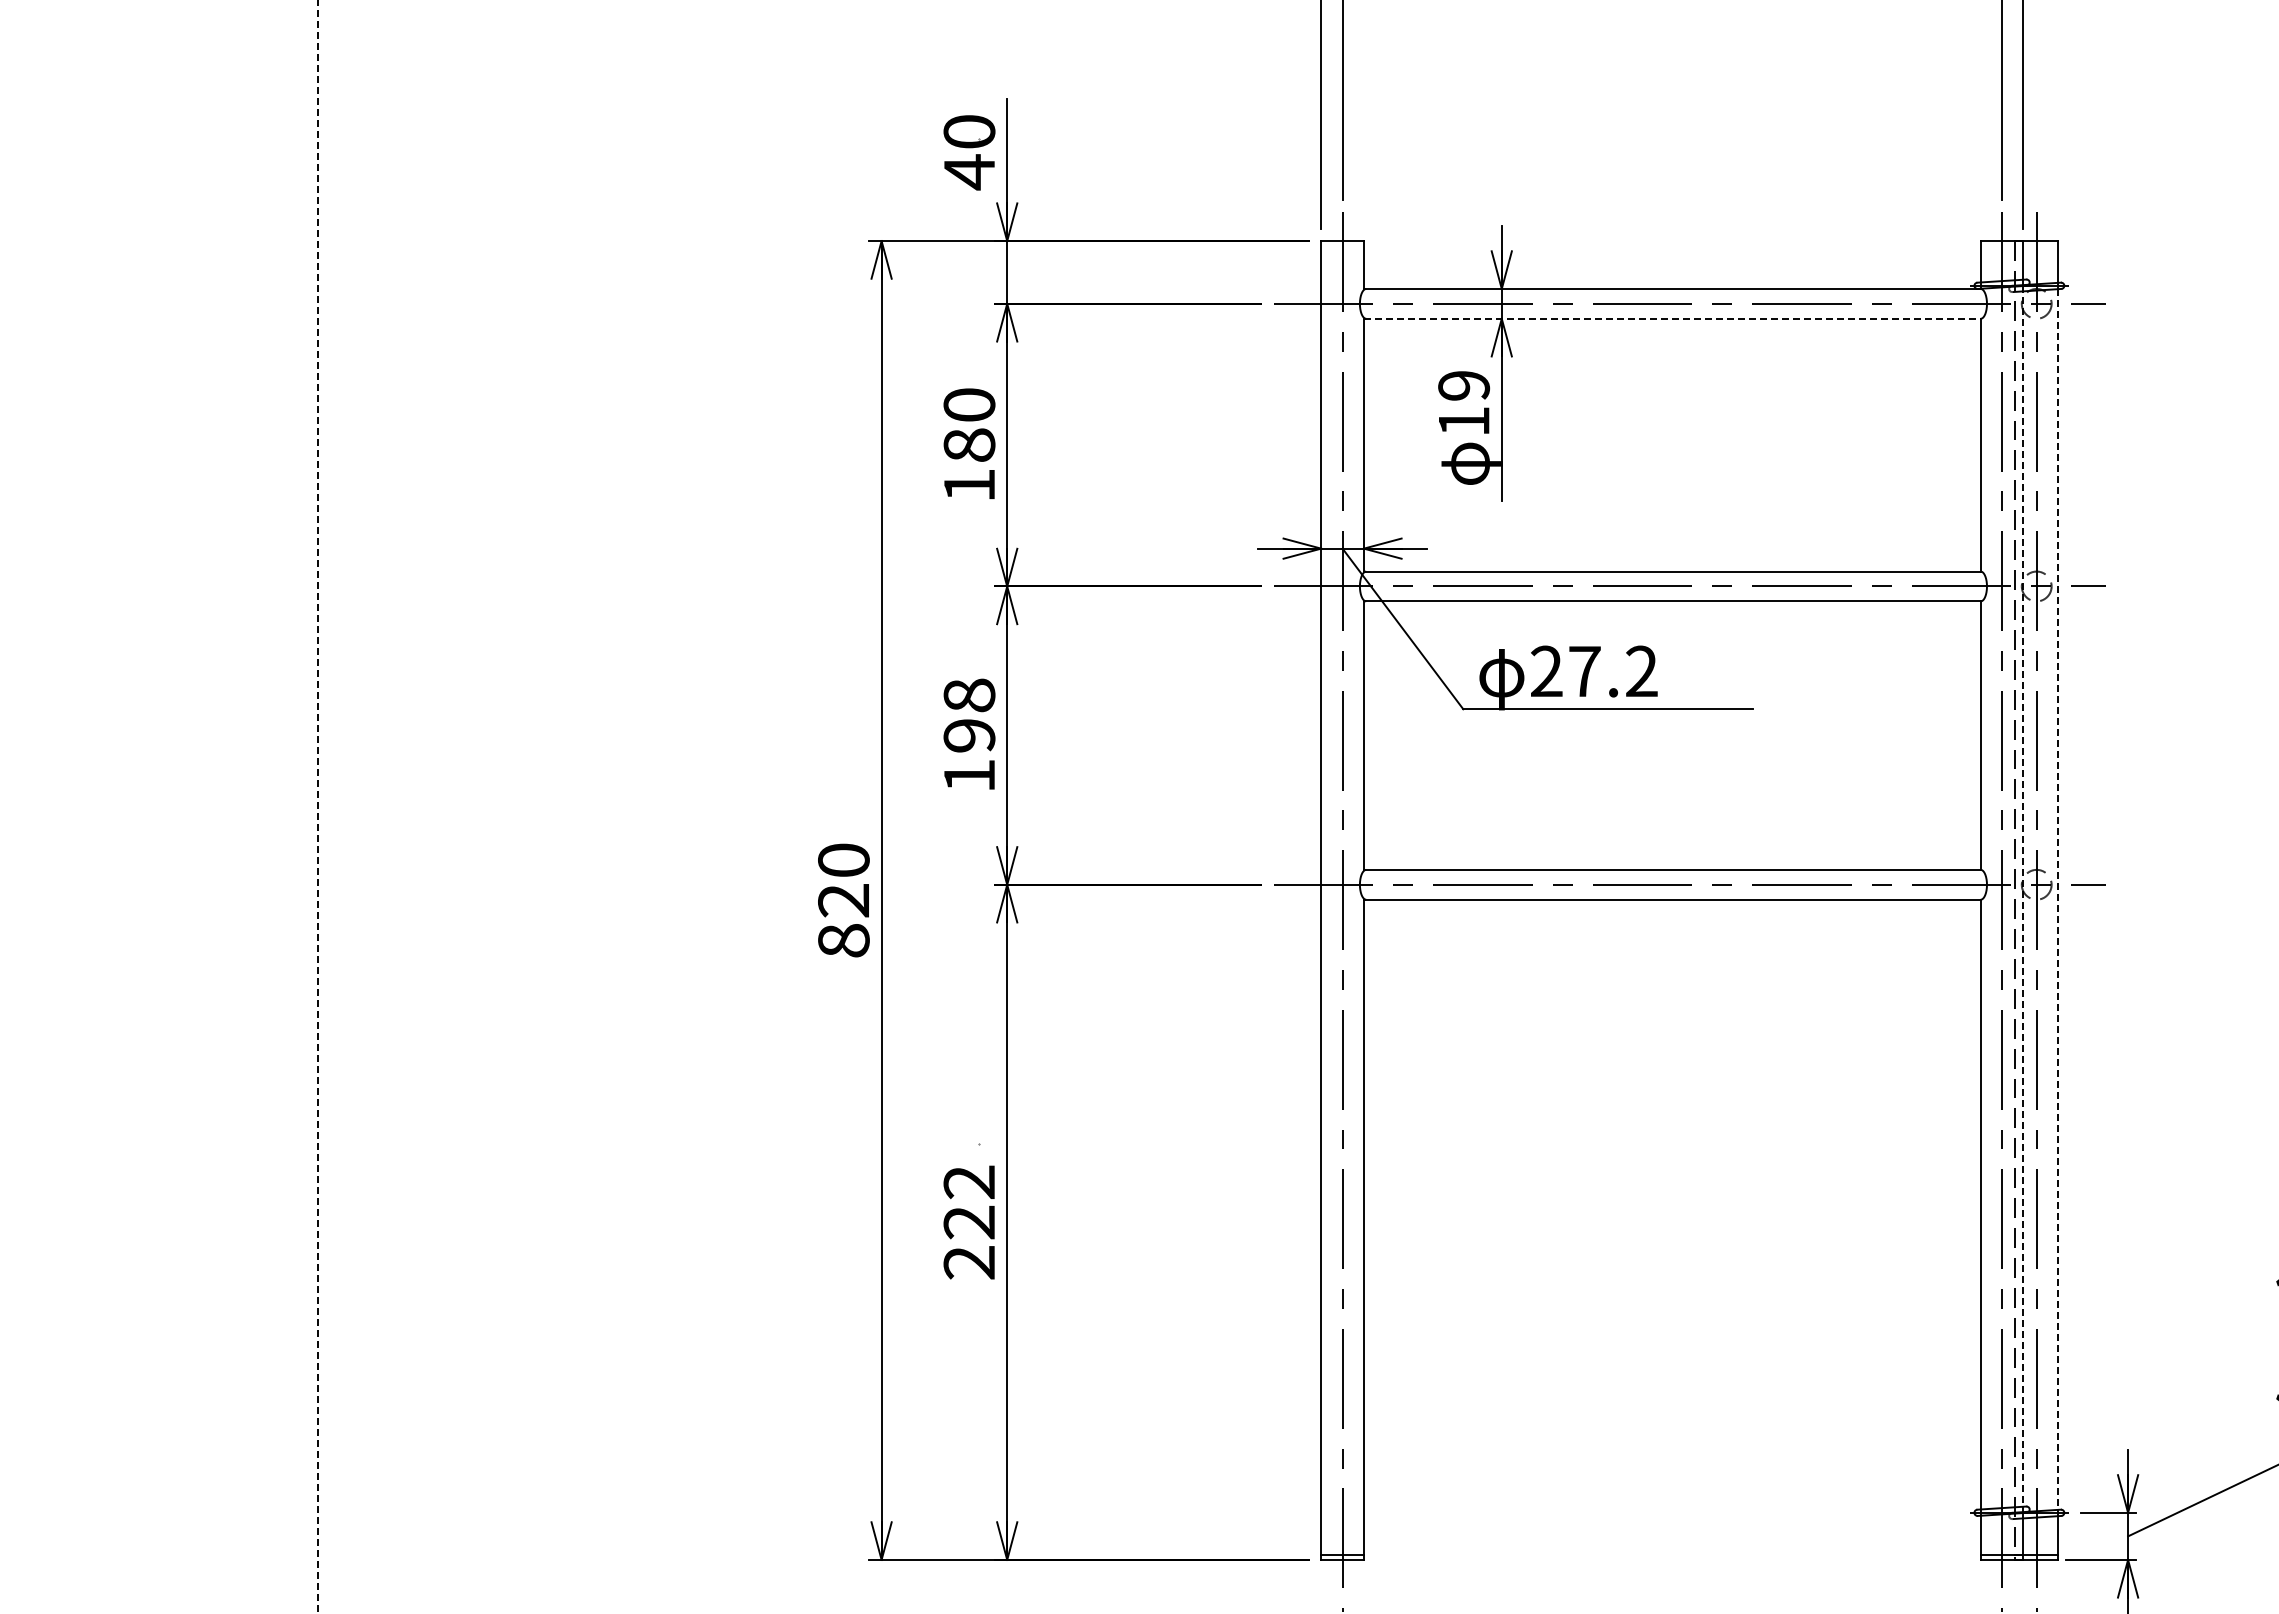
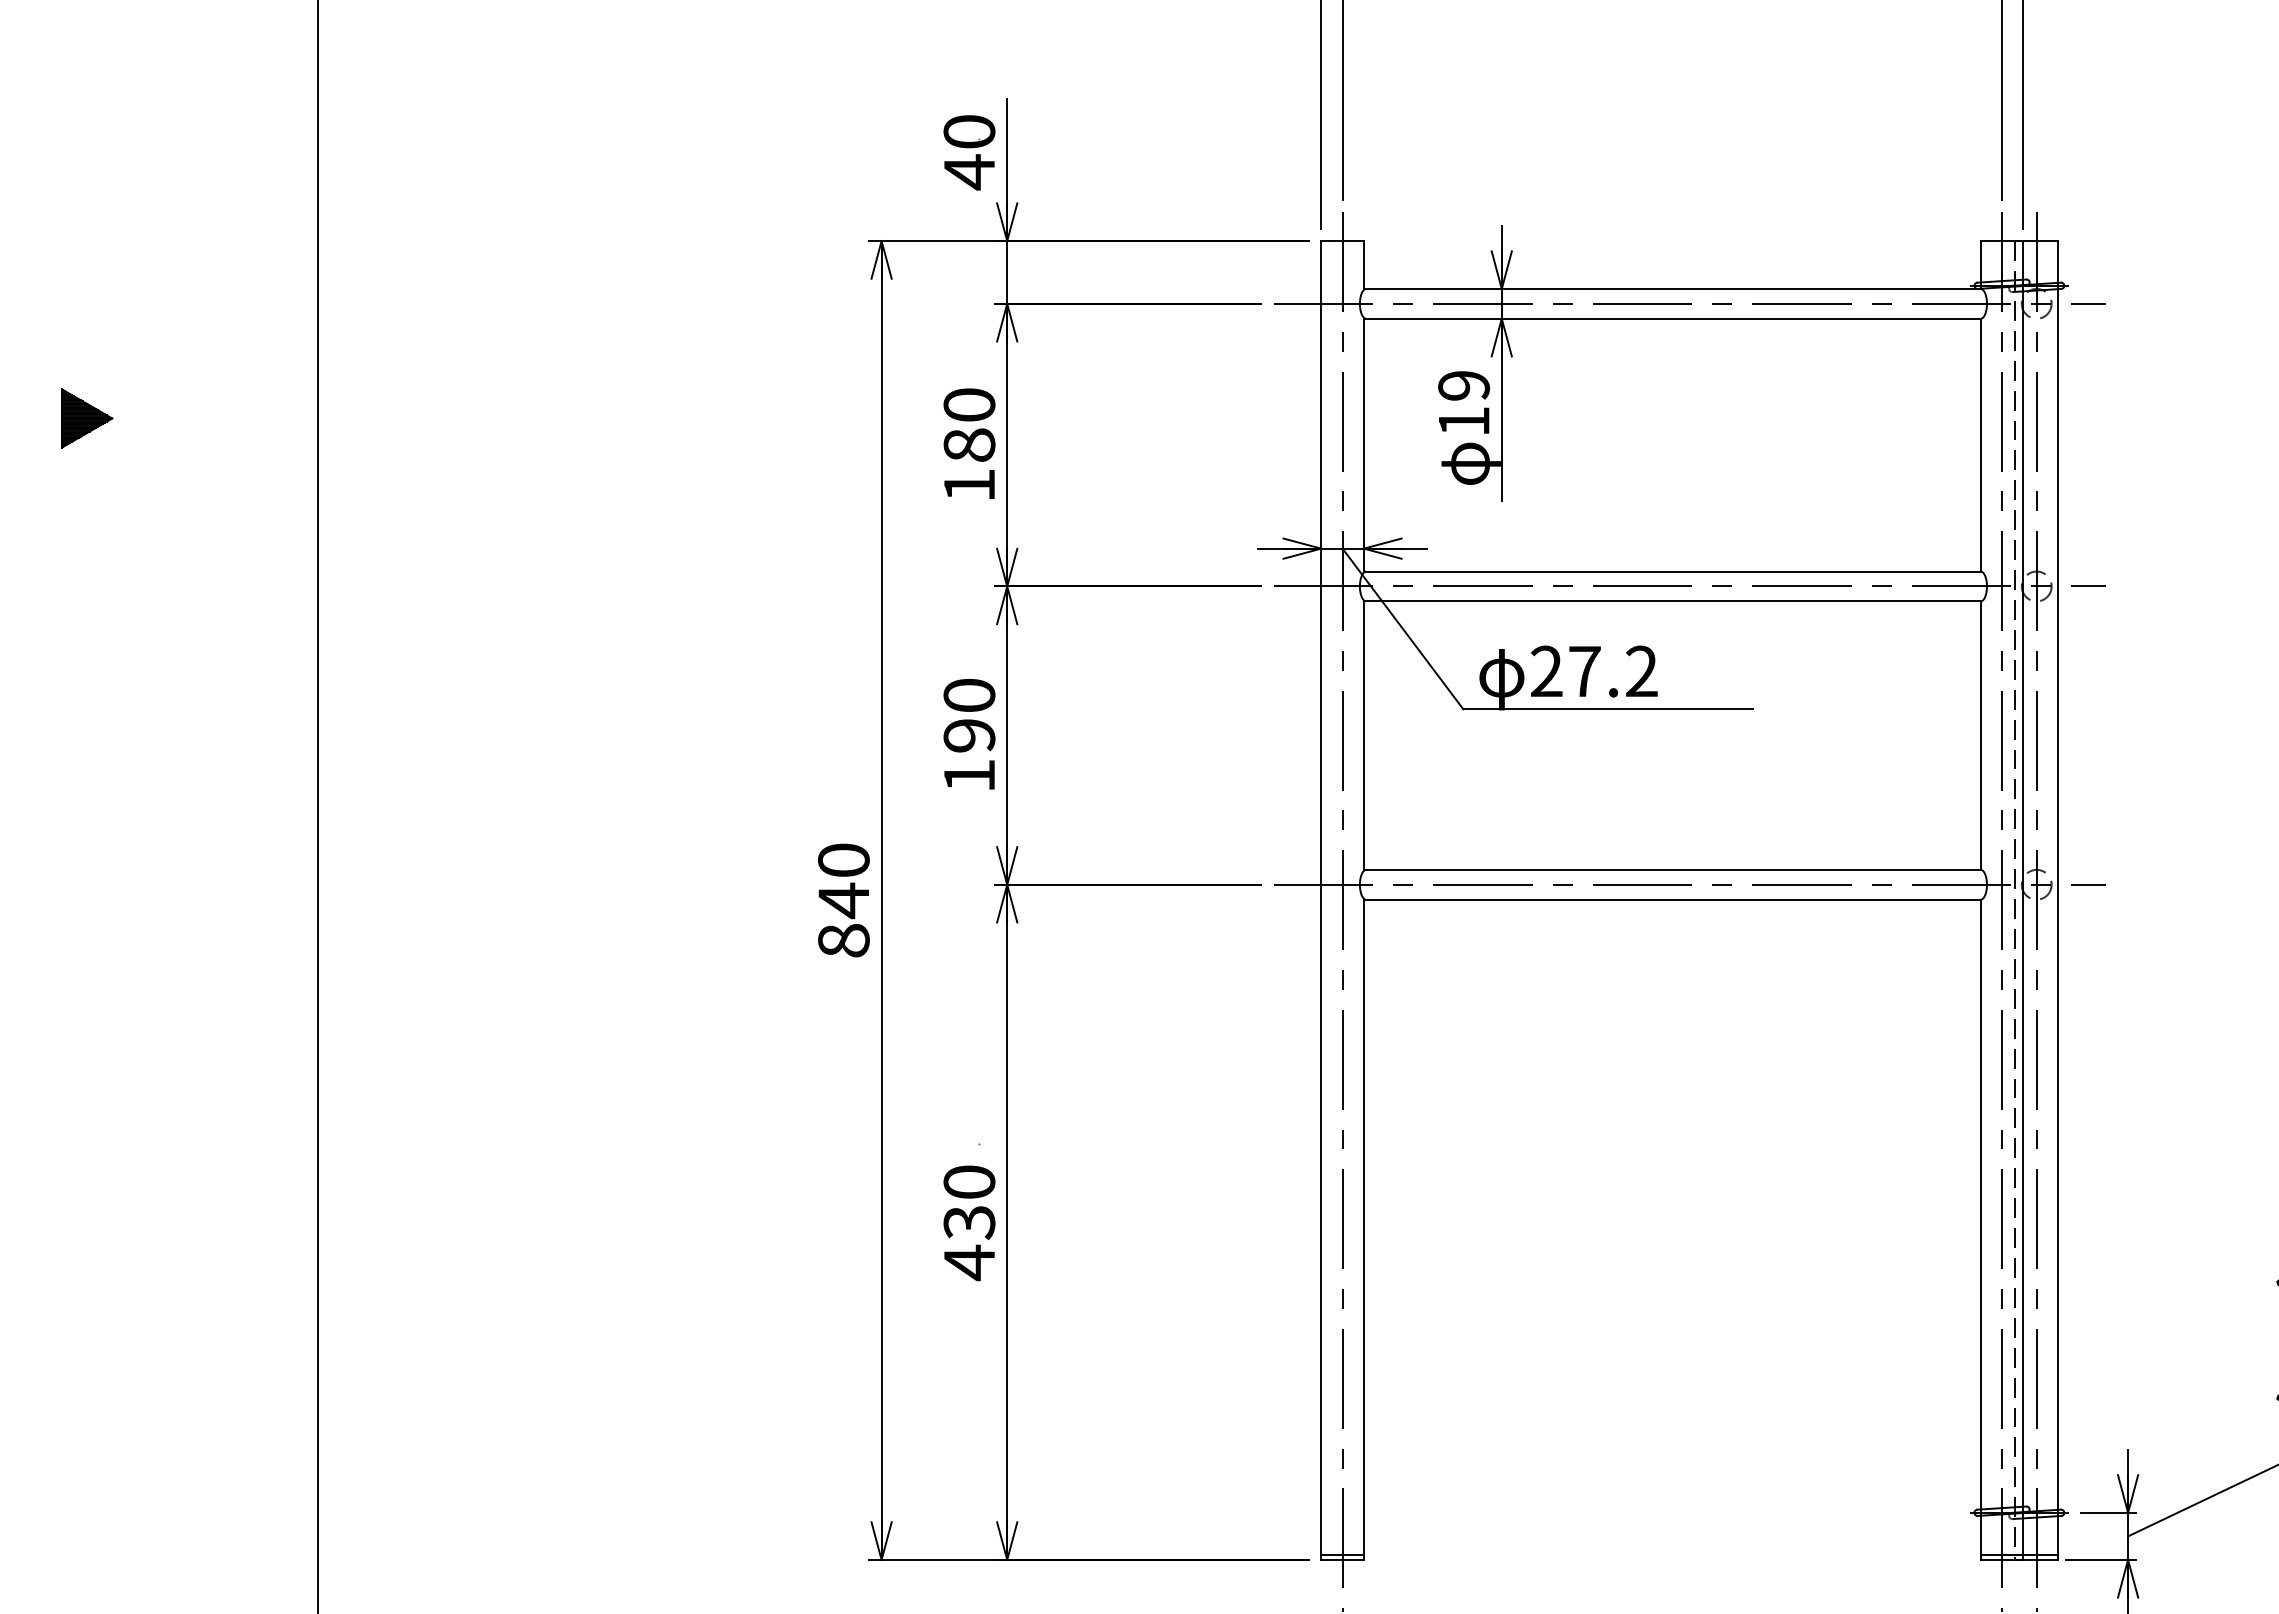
line at (1672, 318): dashed -> solid
part at (87, 418): none -> present
text at (969, 695): 198 -> 190
line at (317, 807): dashed -> solid
line at (2023, 896): dashed -> solid
text at (843, 900): 820 -> 840
line at (2058, 900): dashed -> solid
text at (969, 1223): 222 -> 430
